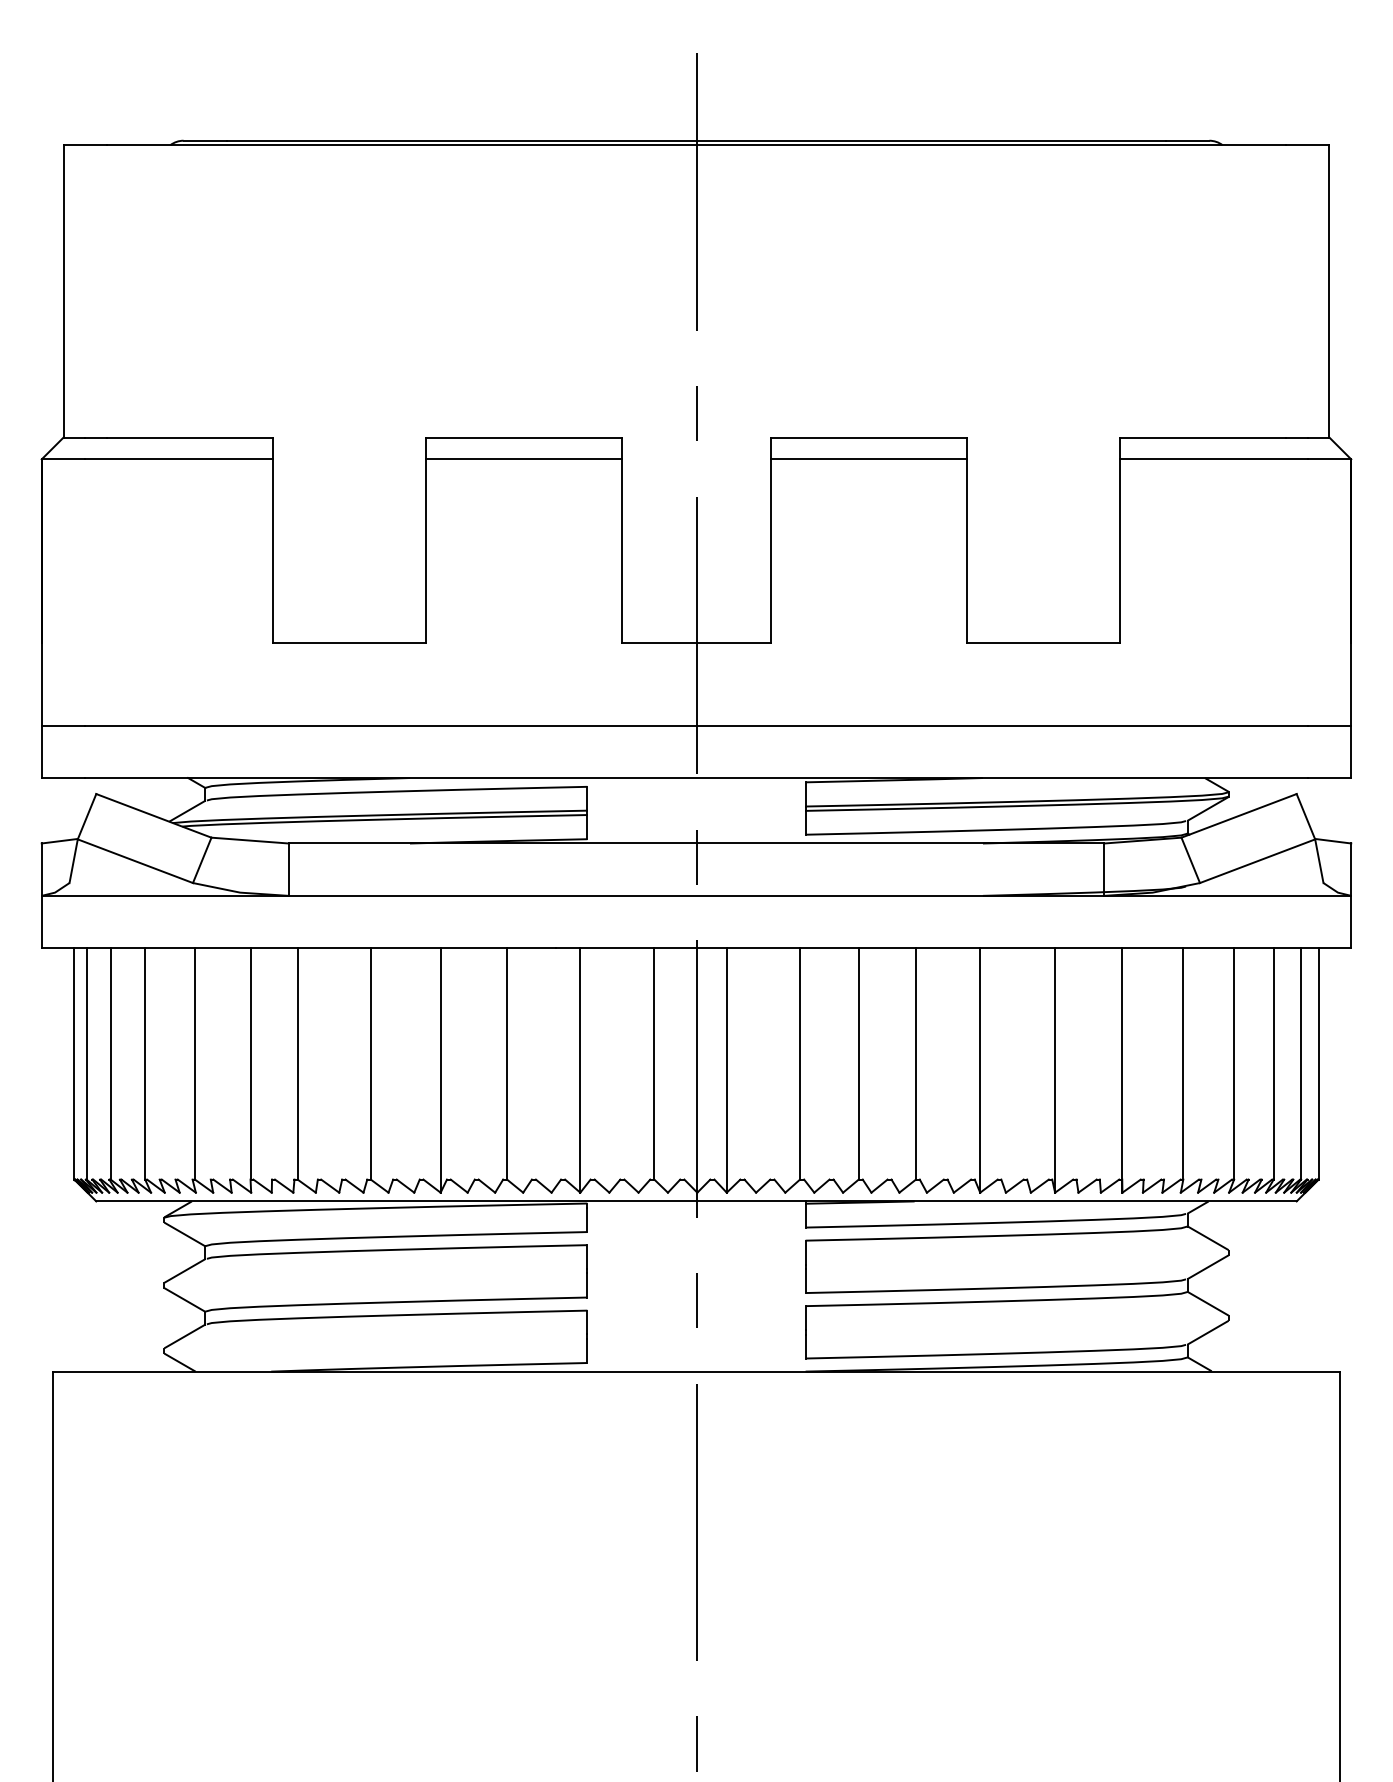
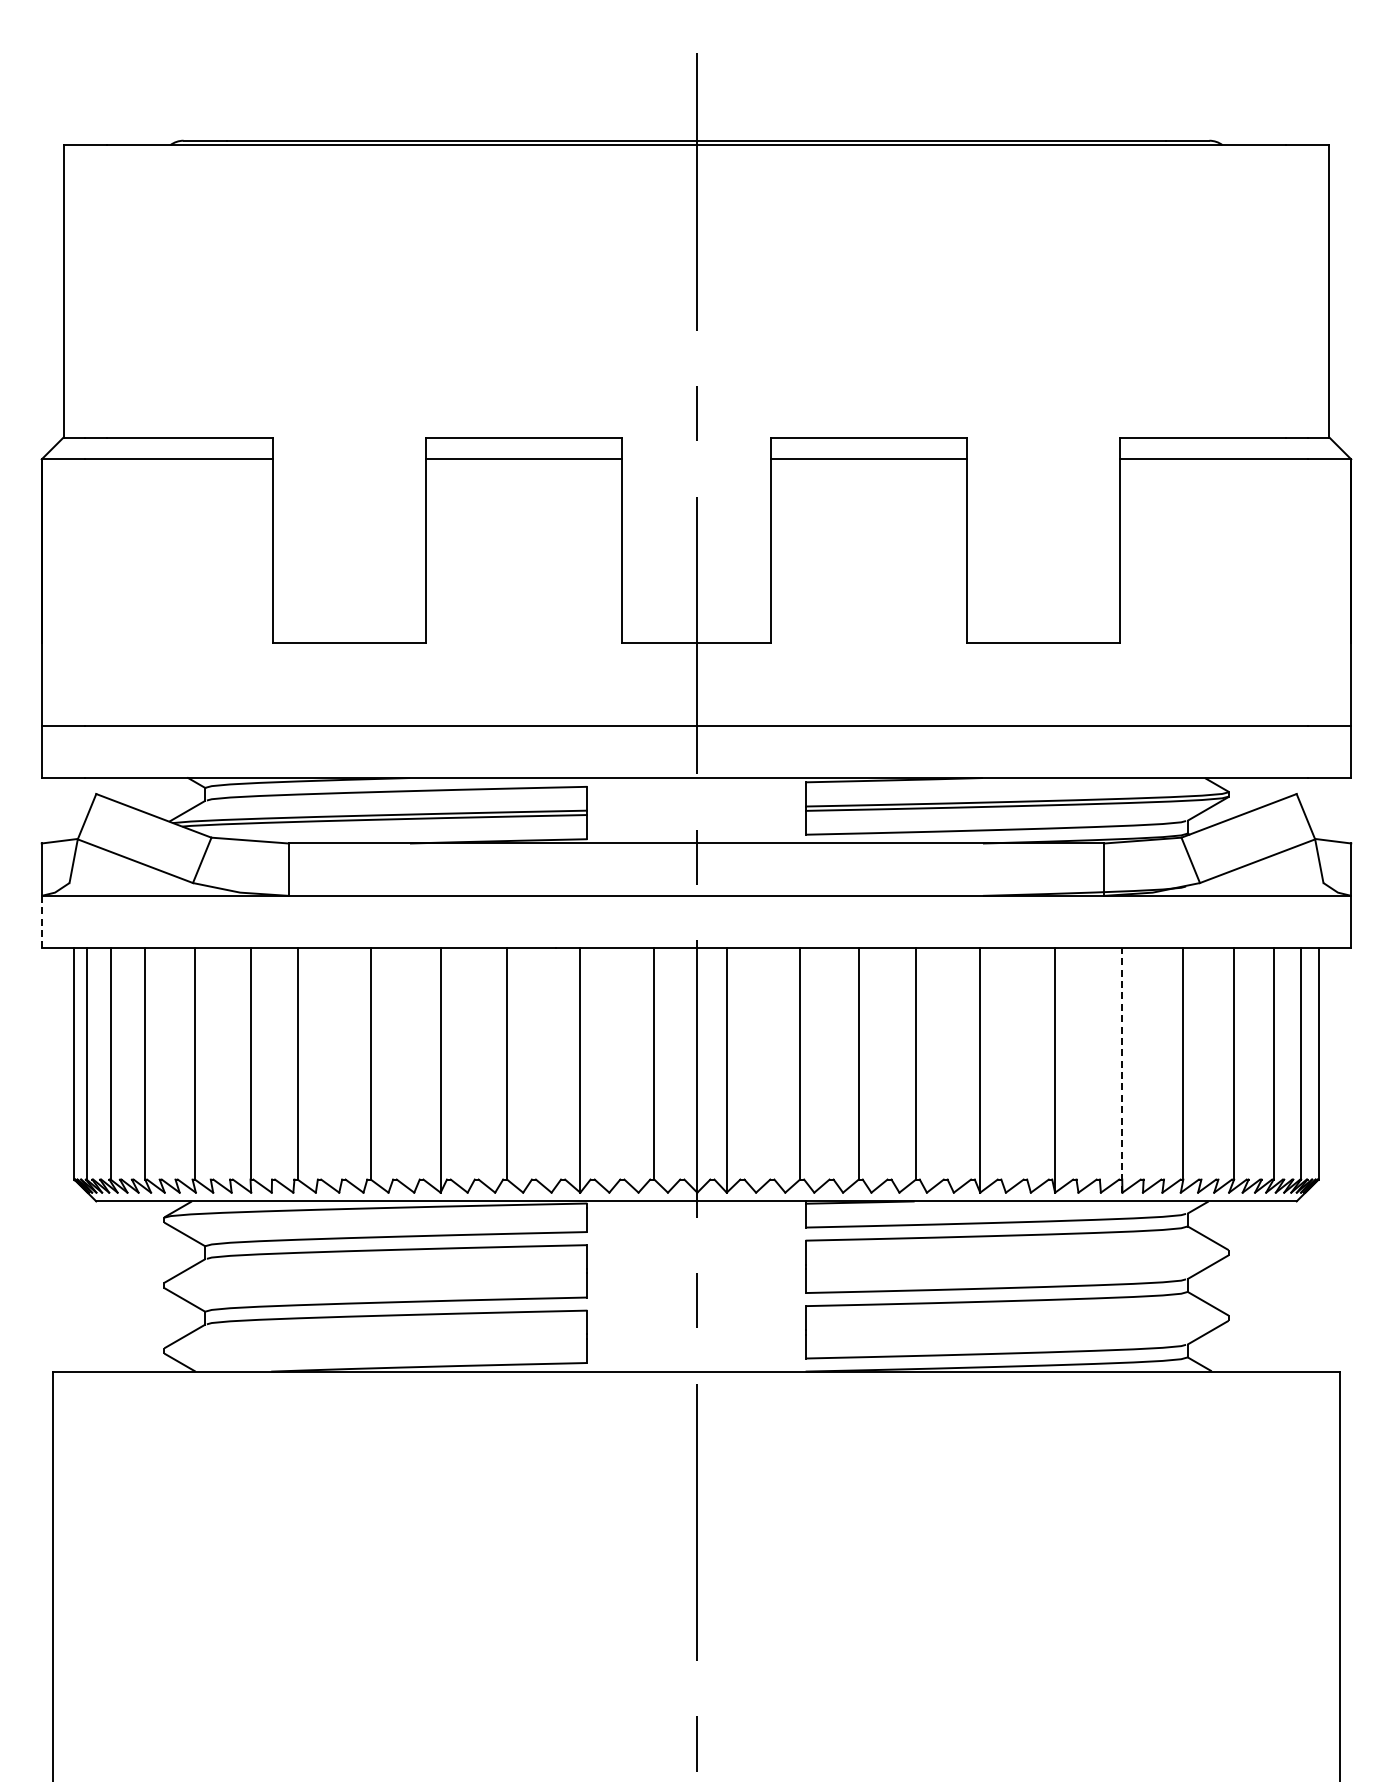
line at (41, 922): solid -> dashed
line at (1122, 1069): solid -> dashed
